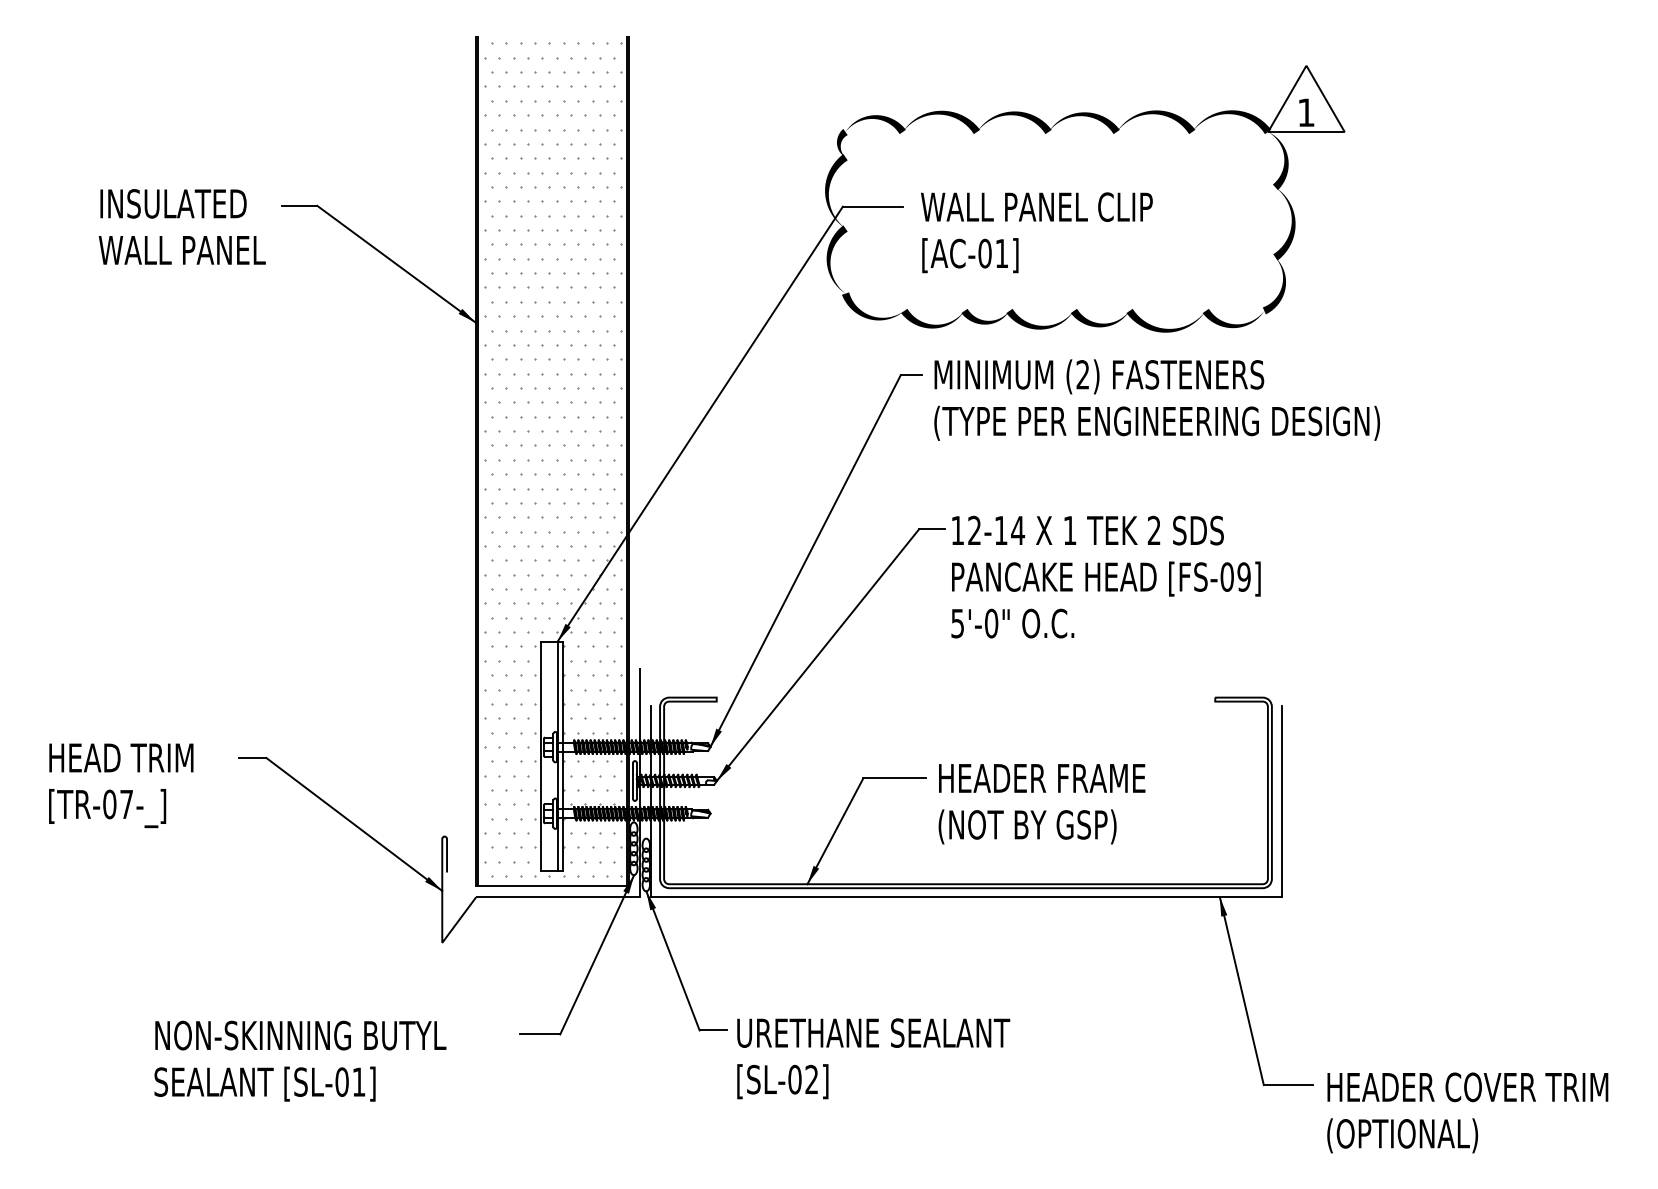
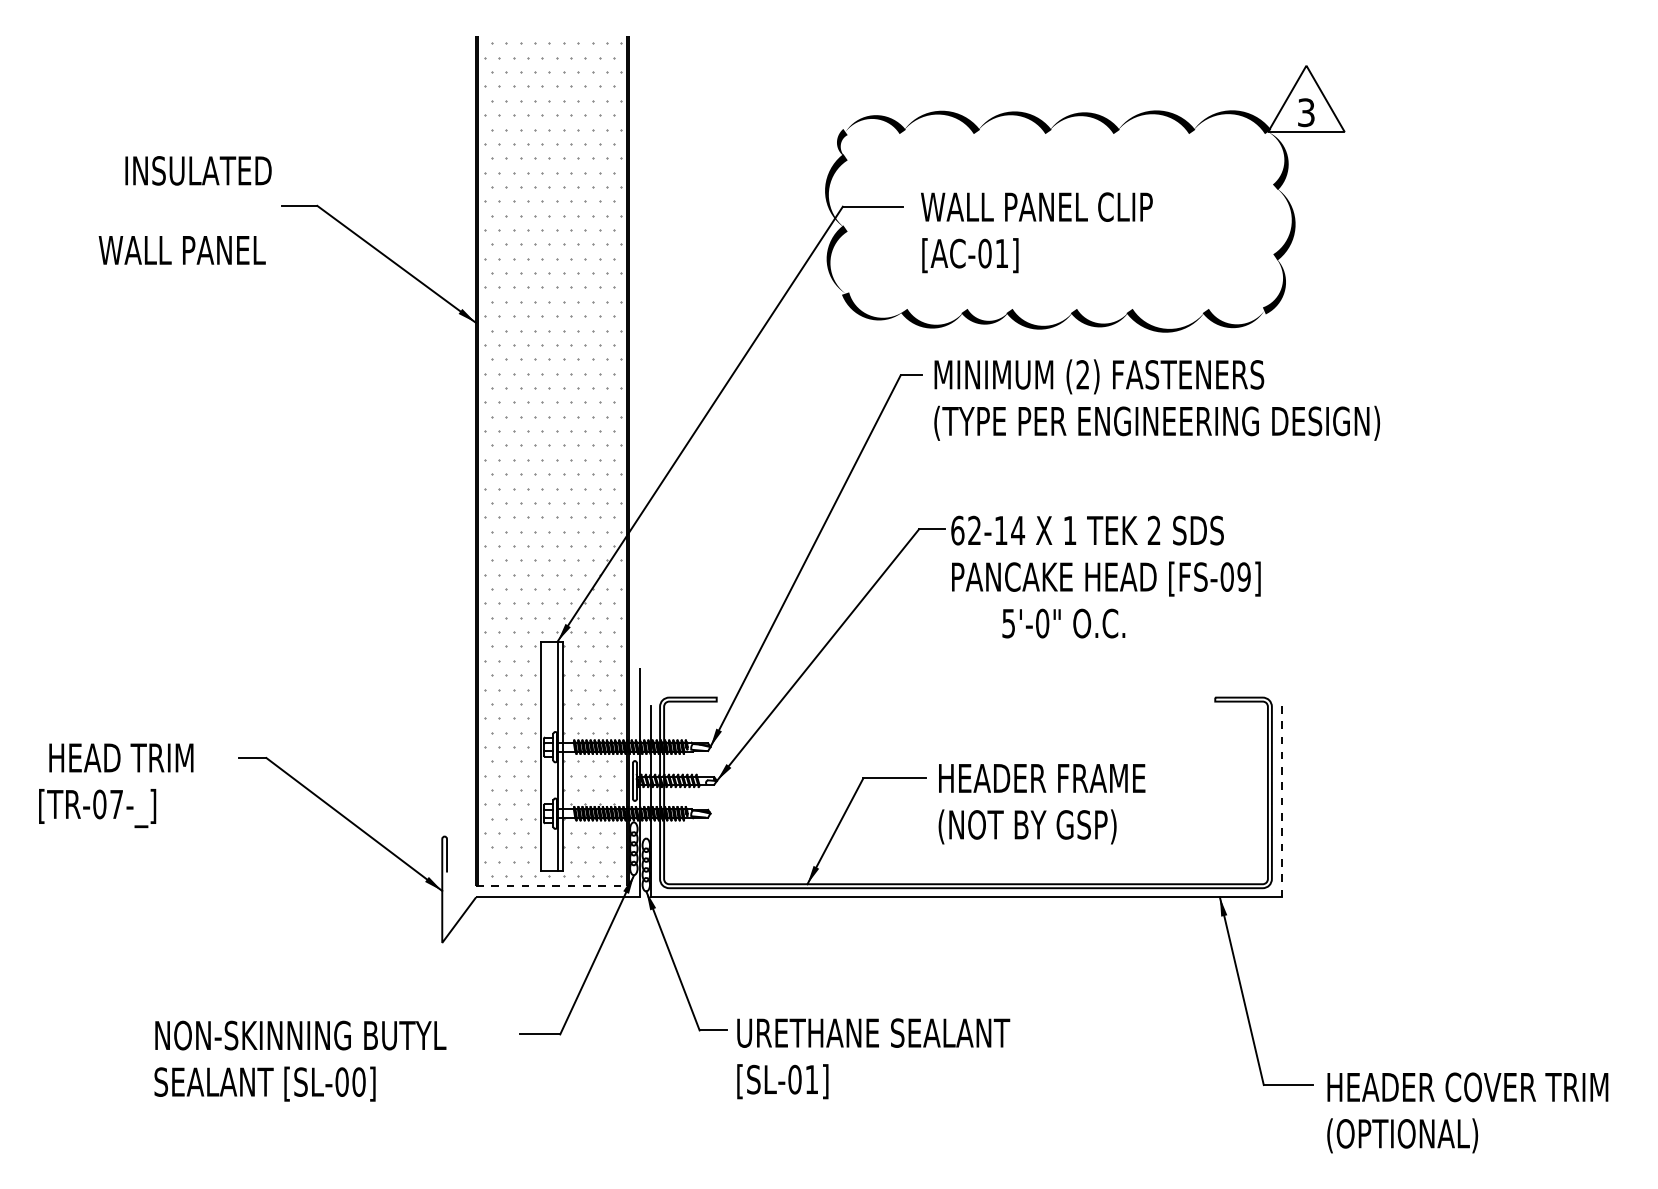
text at (1306, 112): 1 -> 3
text at (173, 203) position: (173, 203) -> (198, 170)
text at (957, 530): 12-14 -> 62-14
text at (1012, 623) position: (1012, 623) -> (1063, 623)
line at (1282, 801): solid -> dashed
text at (107, 808) position: (107, 808) -> (97, 808)
line at (552, 885): solid -> dashed
text at (811, 1078): [SL-02] -> [SL-01]
text at (358, 1081): [SL-01] -> [SL-00]
